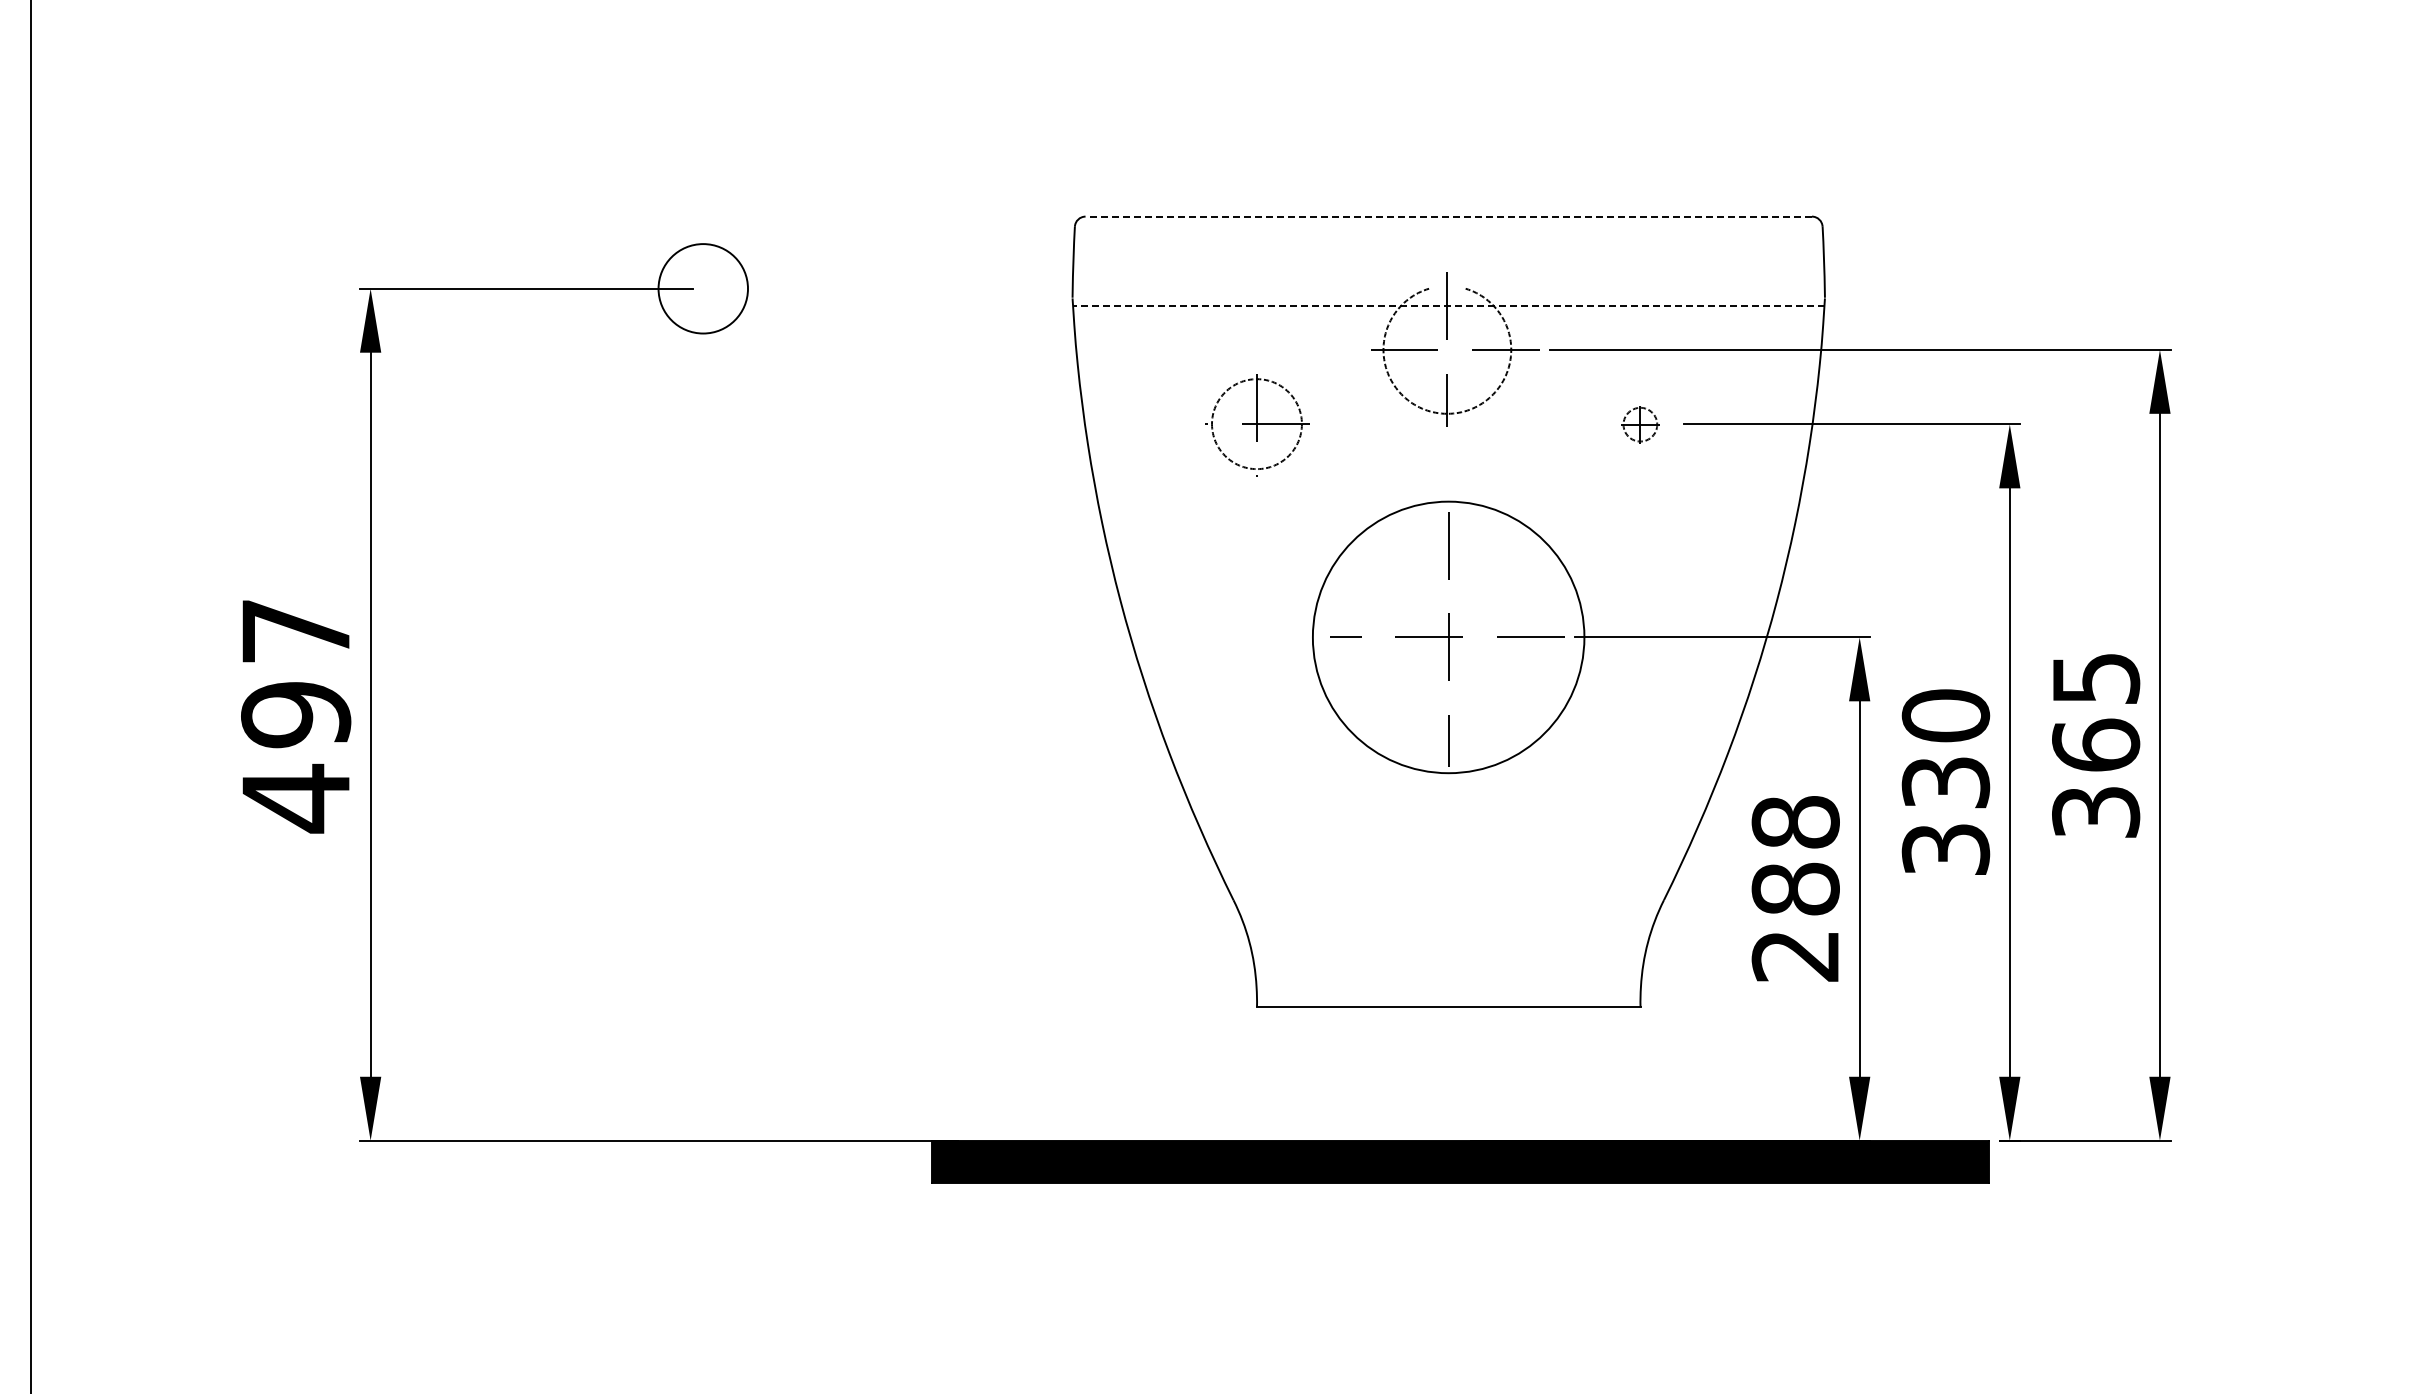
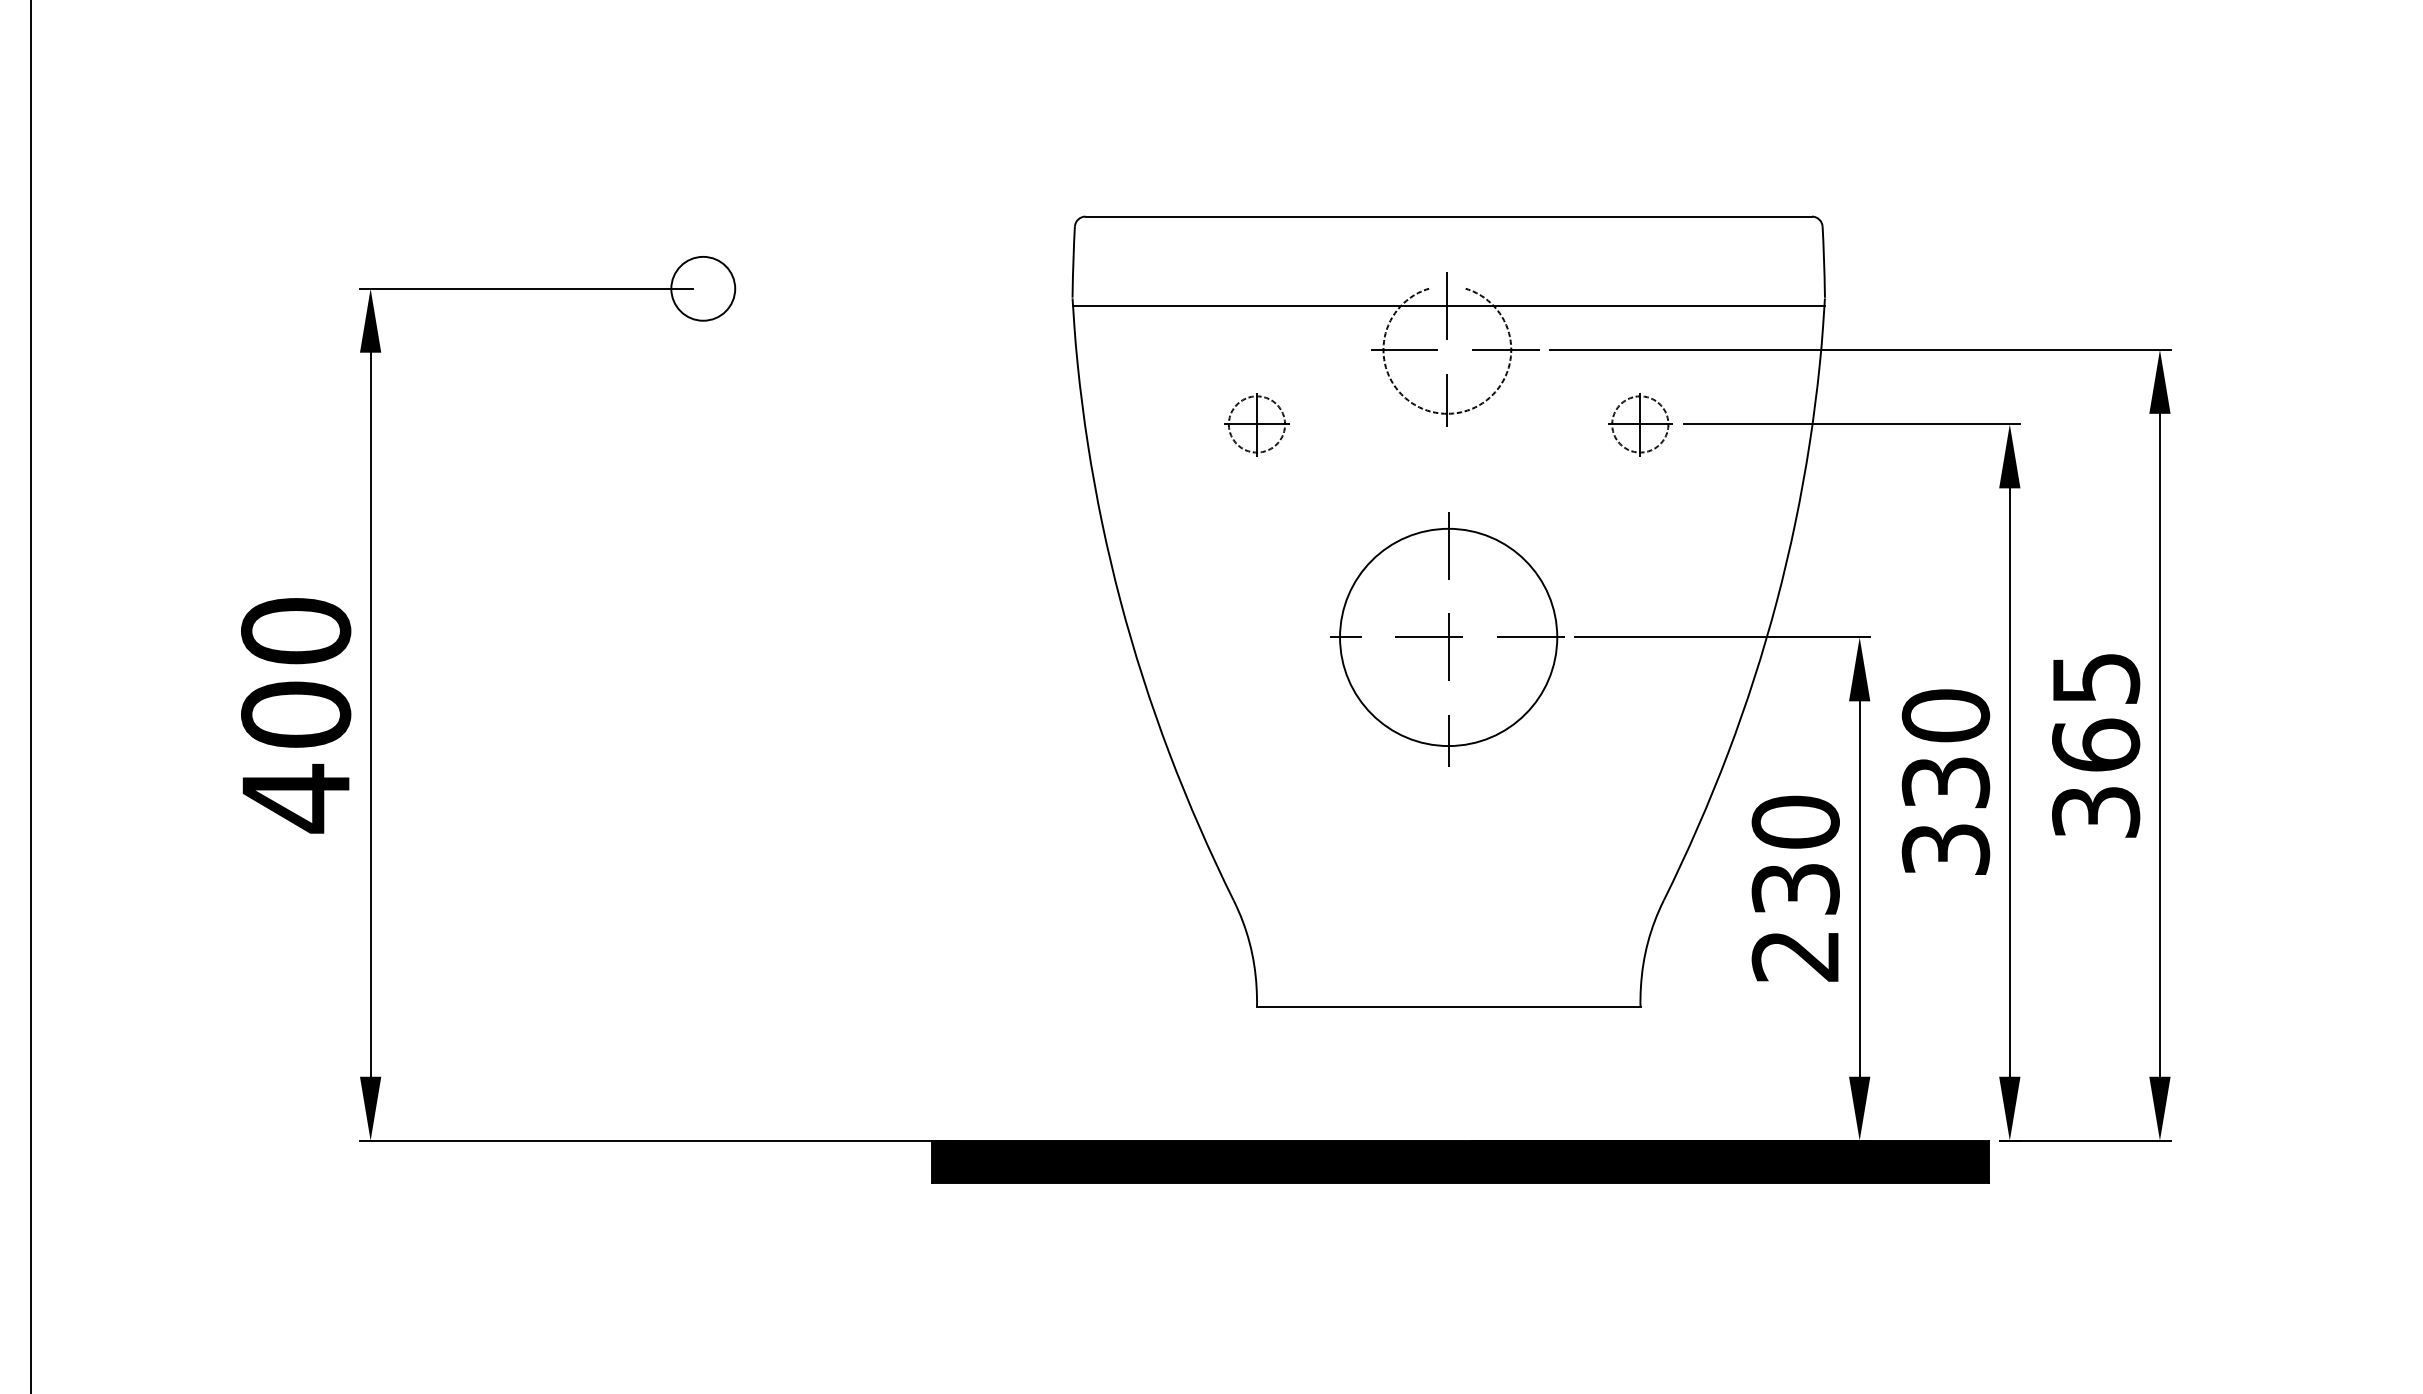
line at (1448, 216): dashed -> solid
circle at (703, 288) diameter: 89 px -> 64 px
line at (1448, 306): dashed -> solid
part at (1640, 424) size: 39x38 px -> 65x64 px
part at (1257, 425) size: 105x103 px -> 66x64 px
circle at (1448, 637) diameter: 272 px -> 217 px
text at (296, 673): 497 -> 400
text at (1795, 855): 288 -> 230
